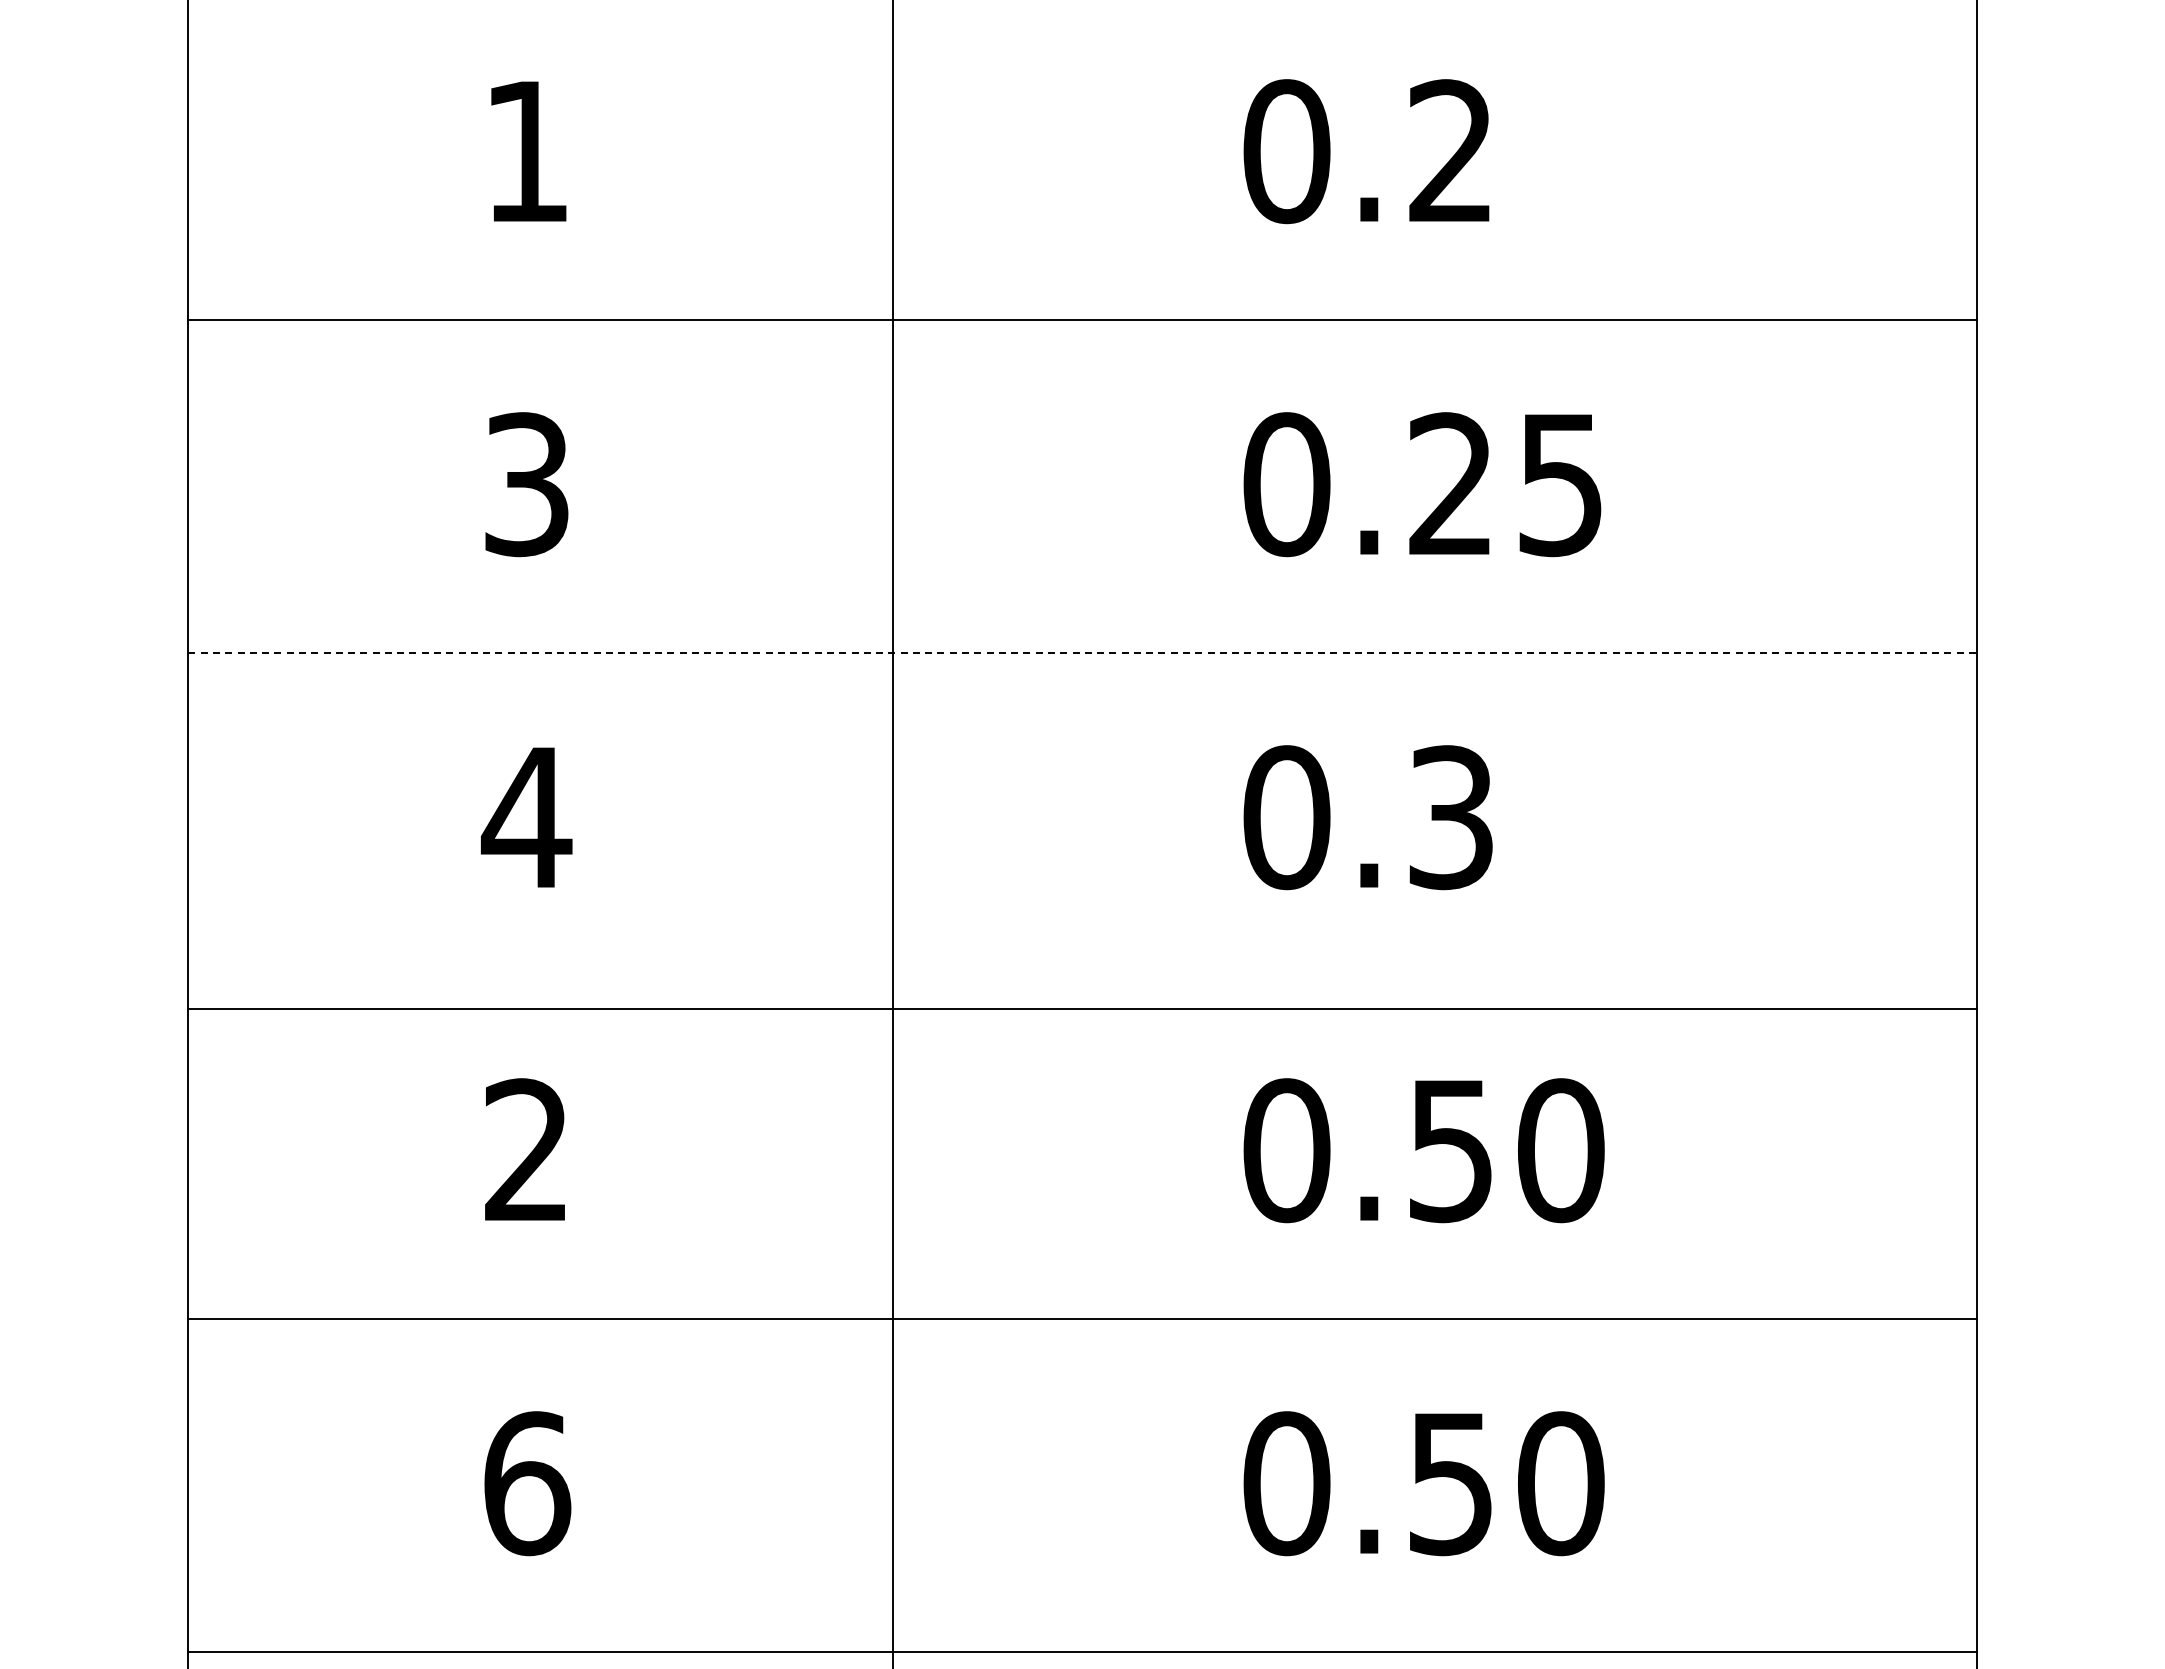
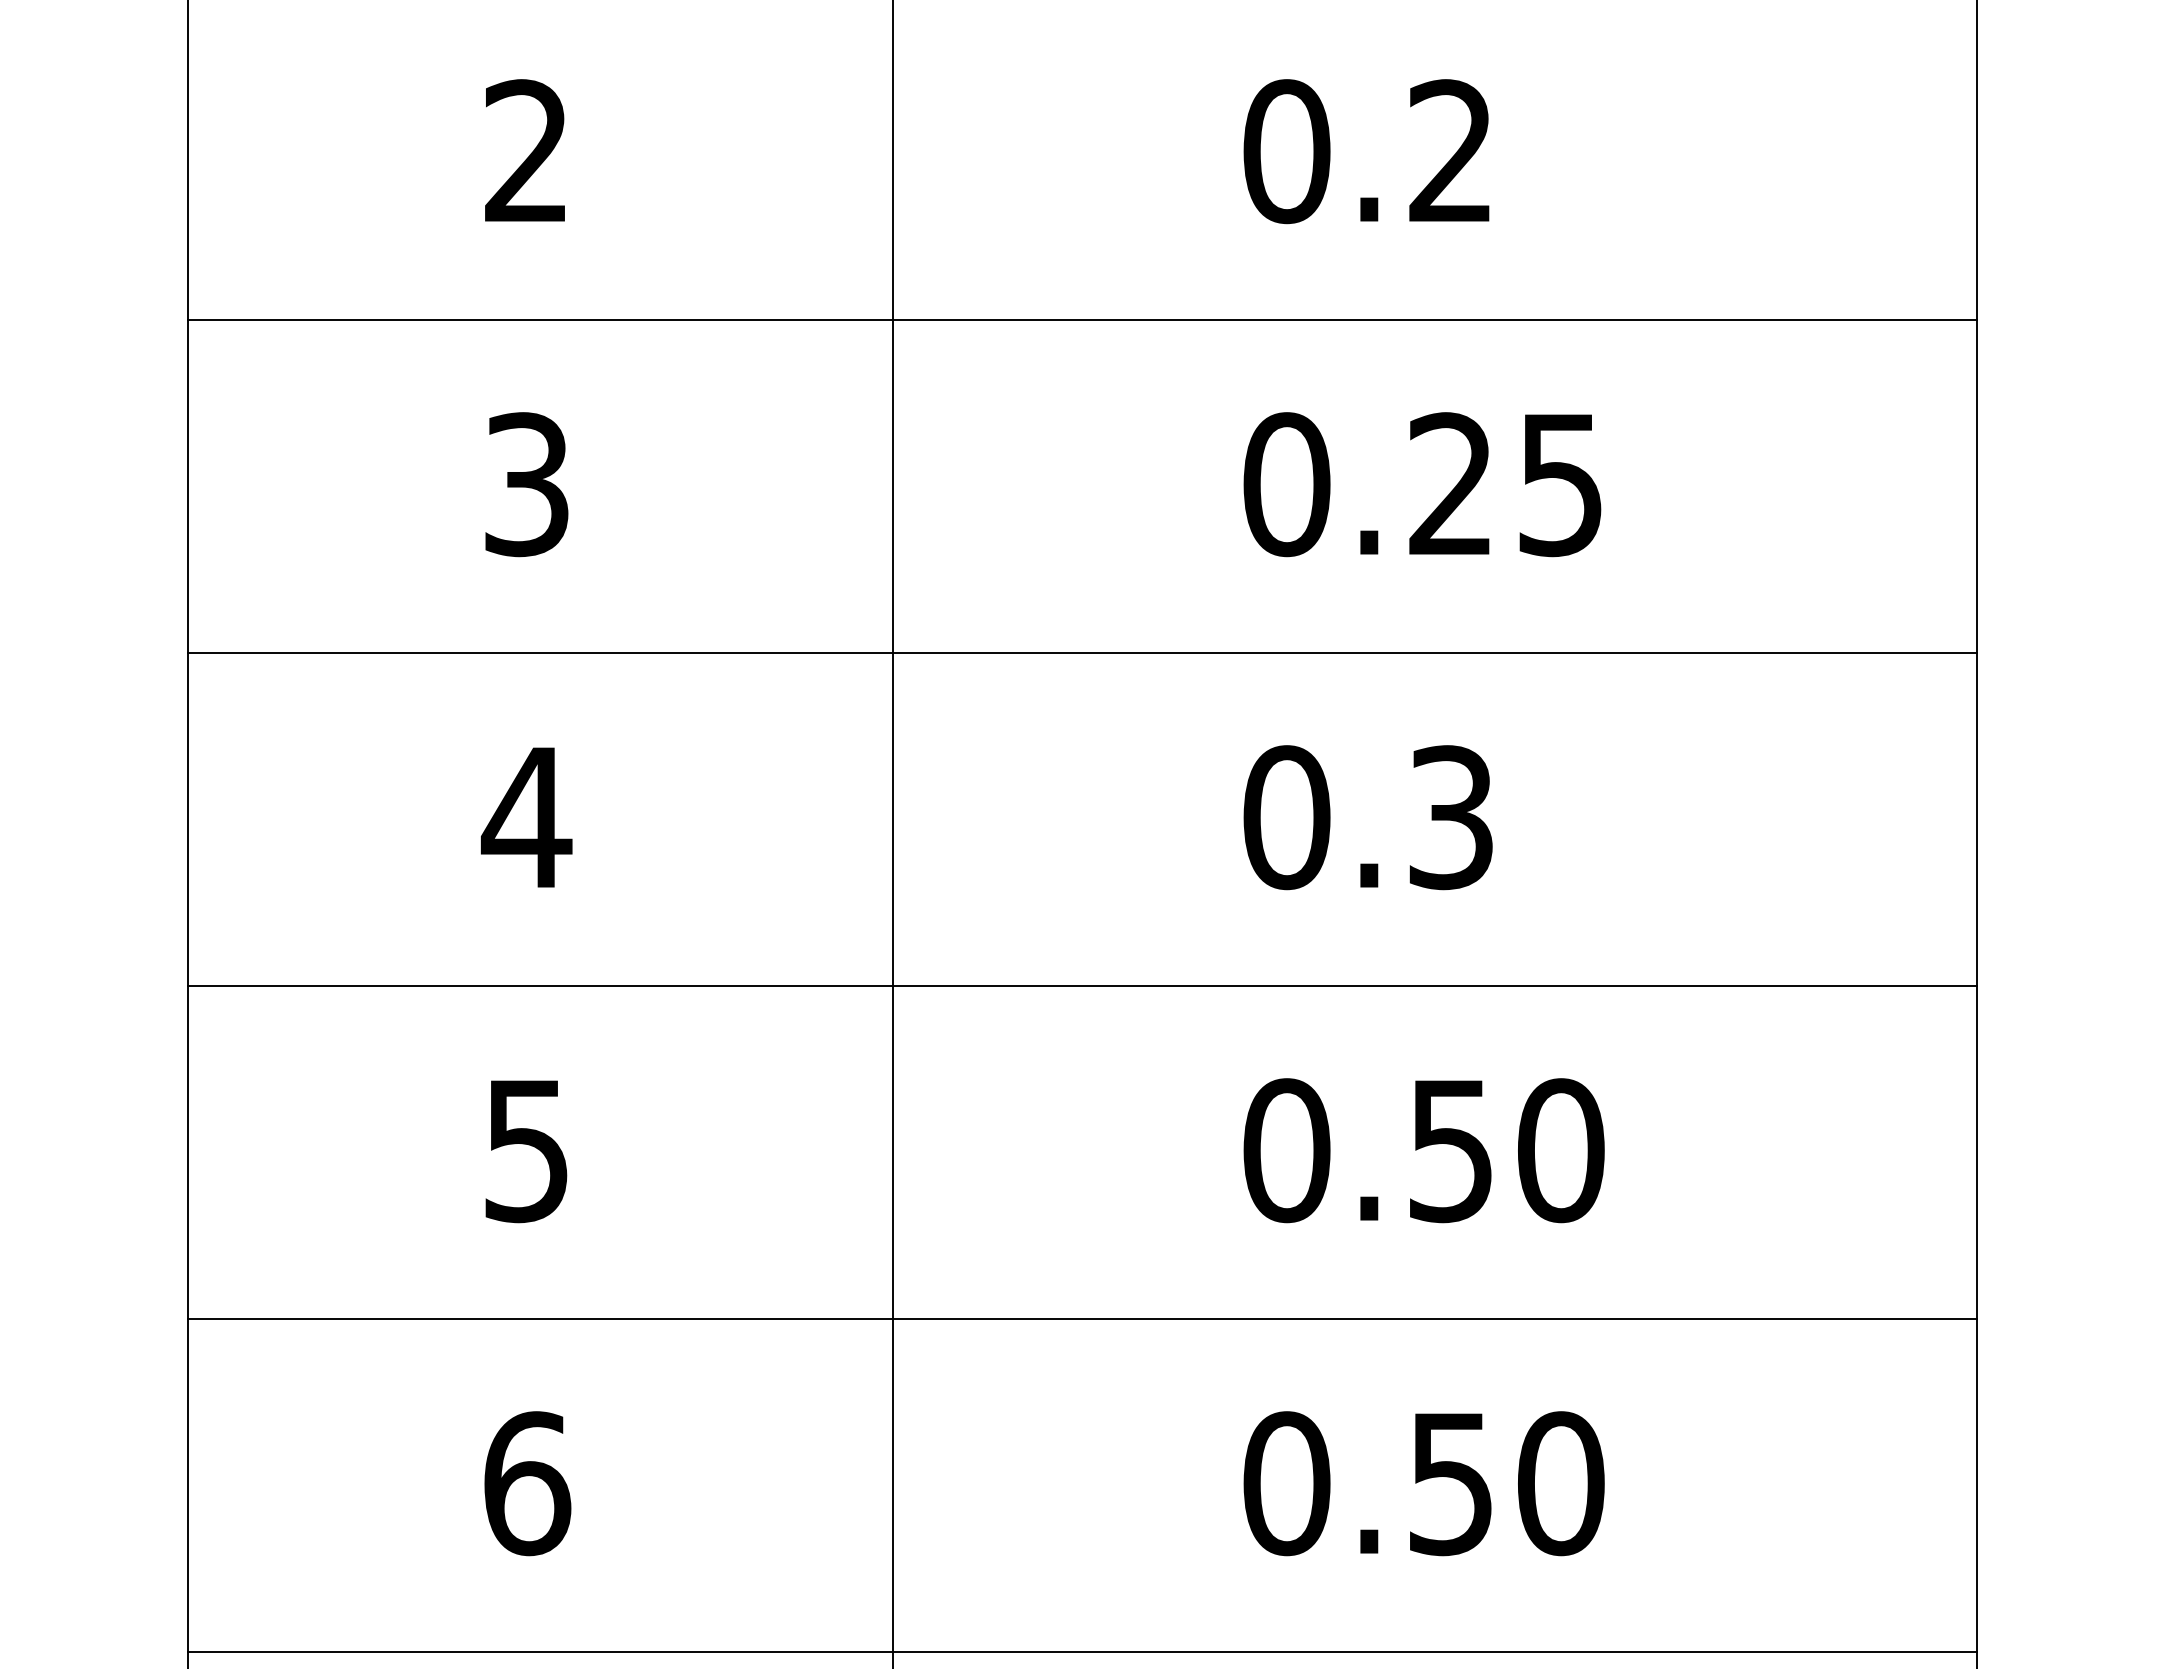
text at (525, 150): 1 -> 2
line at (1082, 652): dashed -> solid
line at (1082, 1008) position: (1082, 1008) -> (1082, 985)
text at (526, 1150): 2 -> 5
